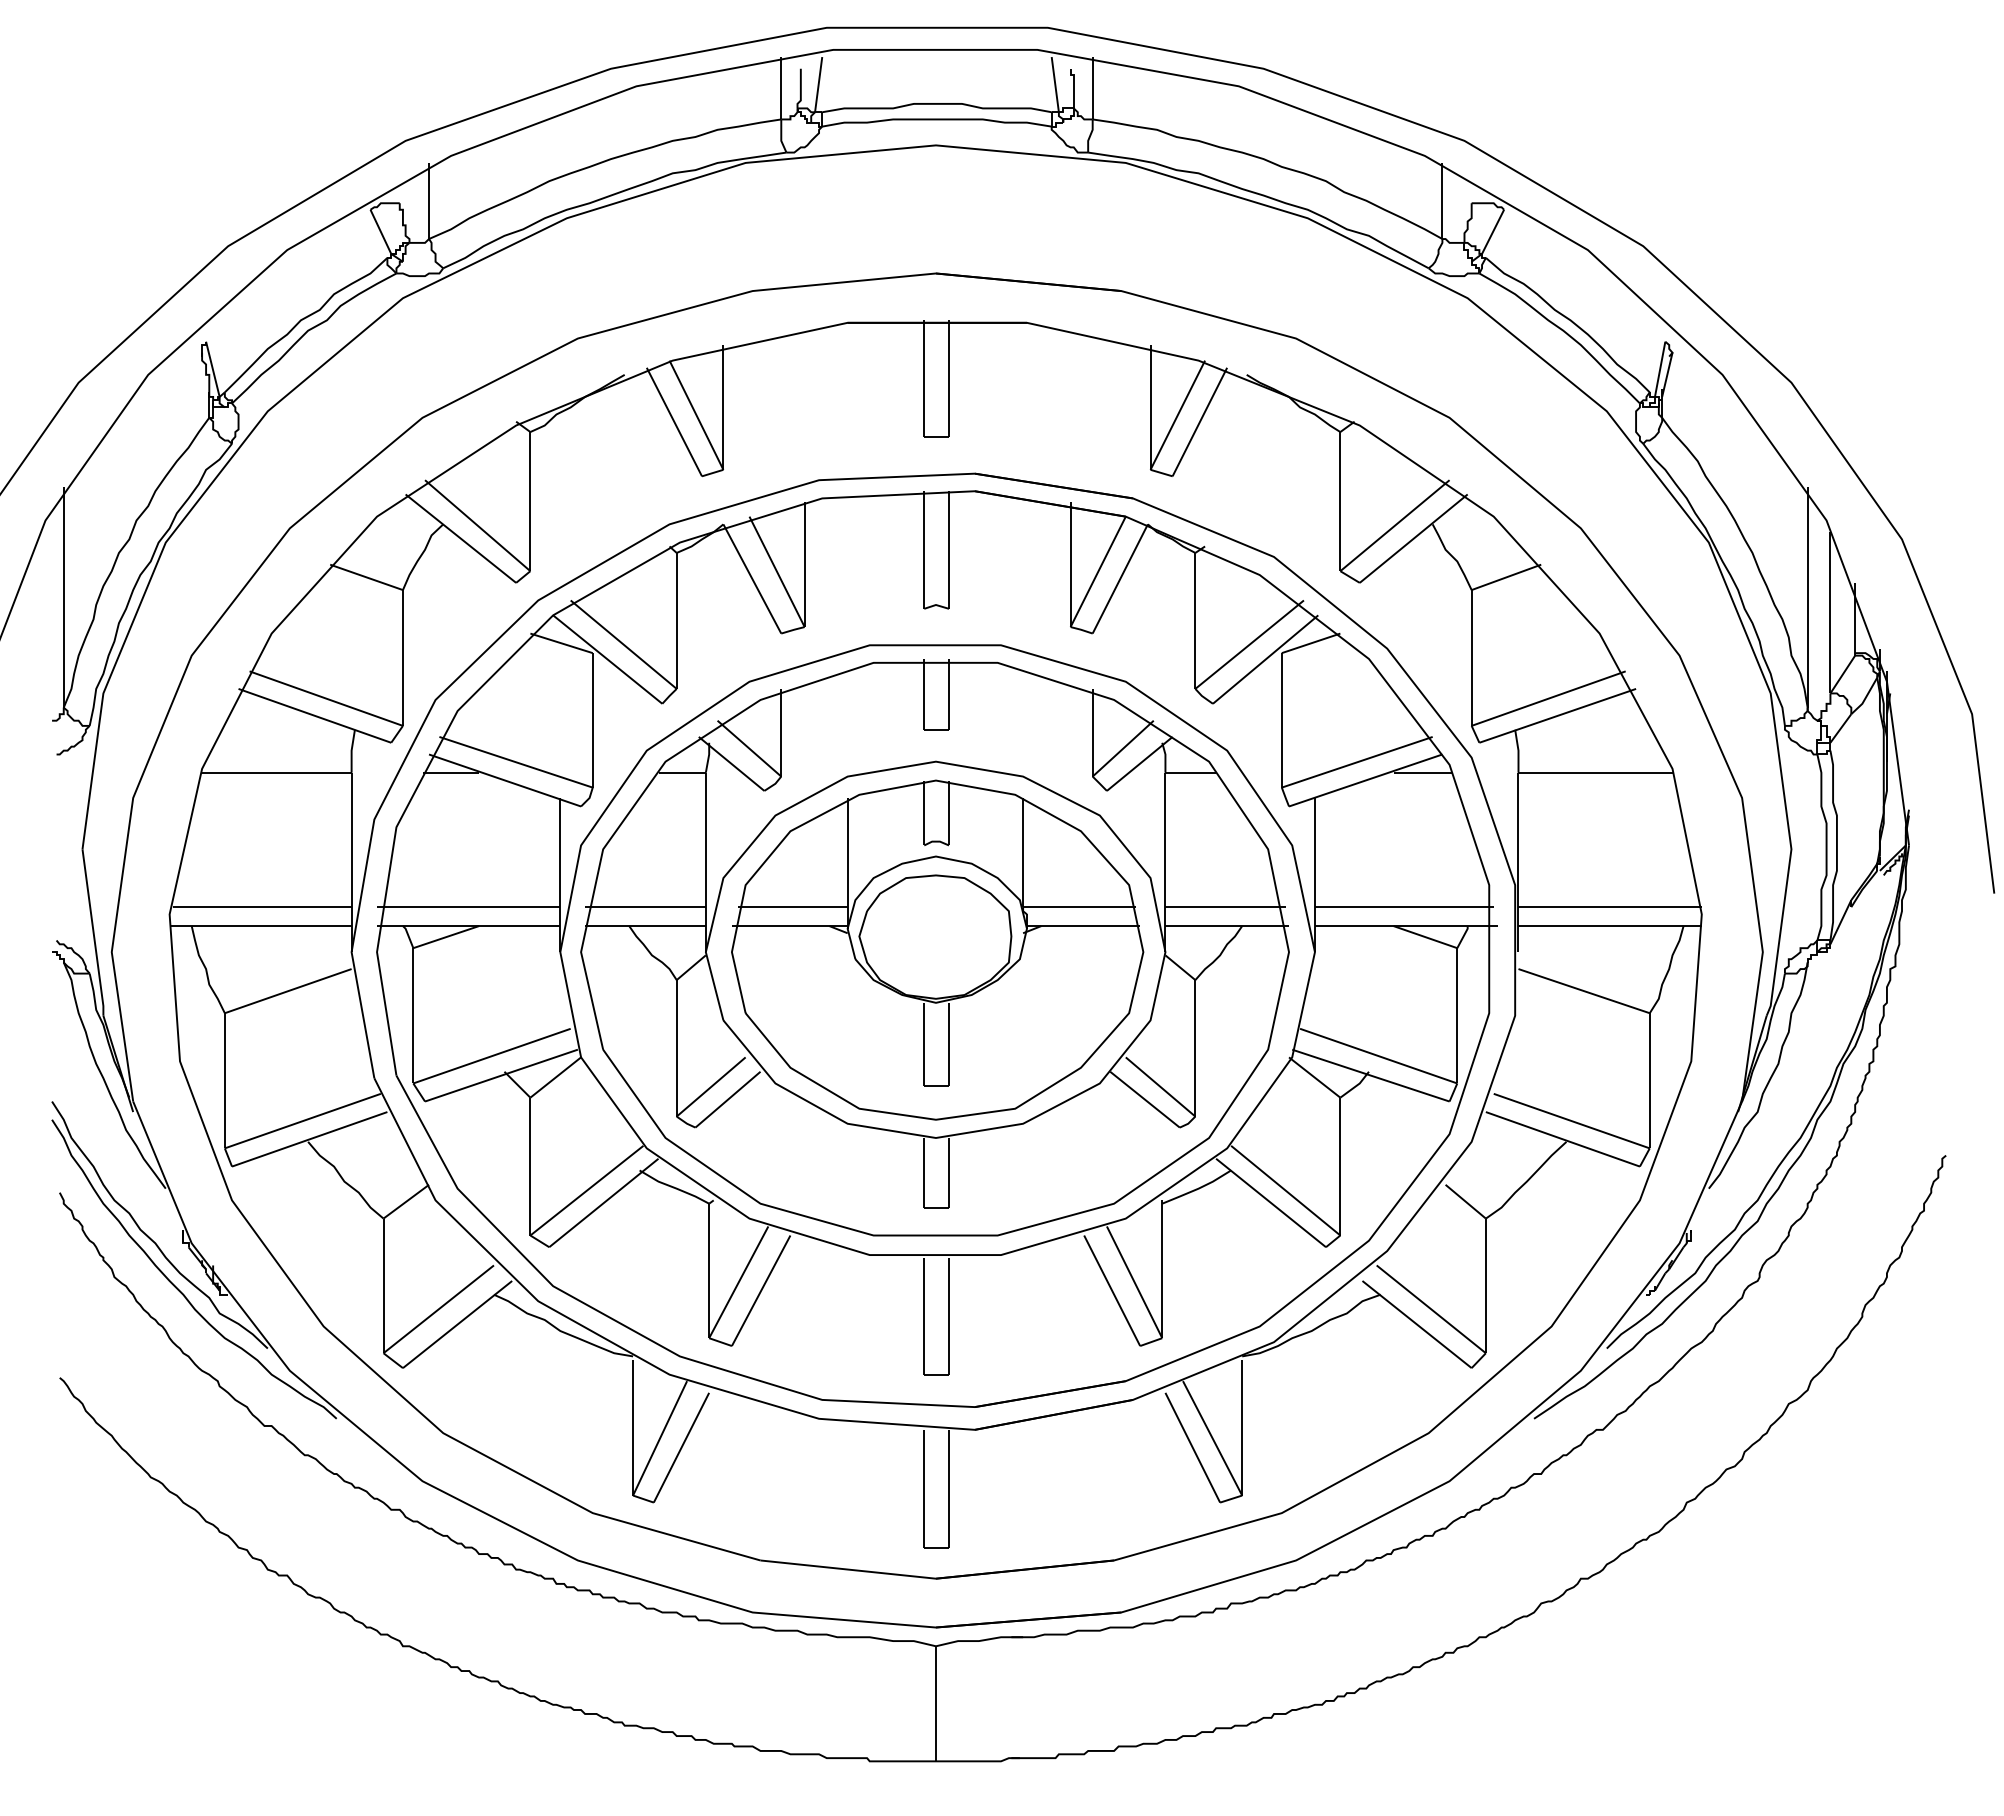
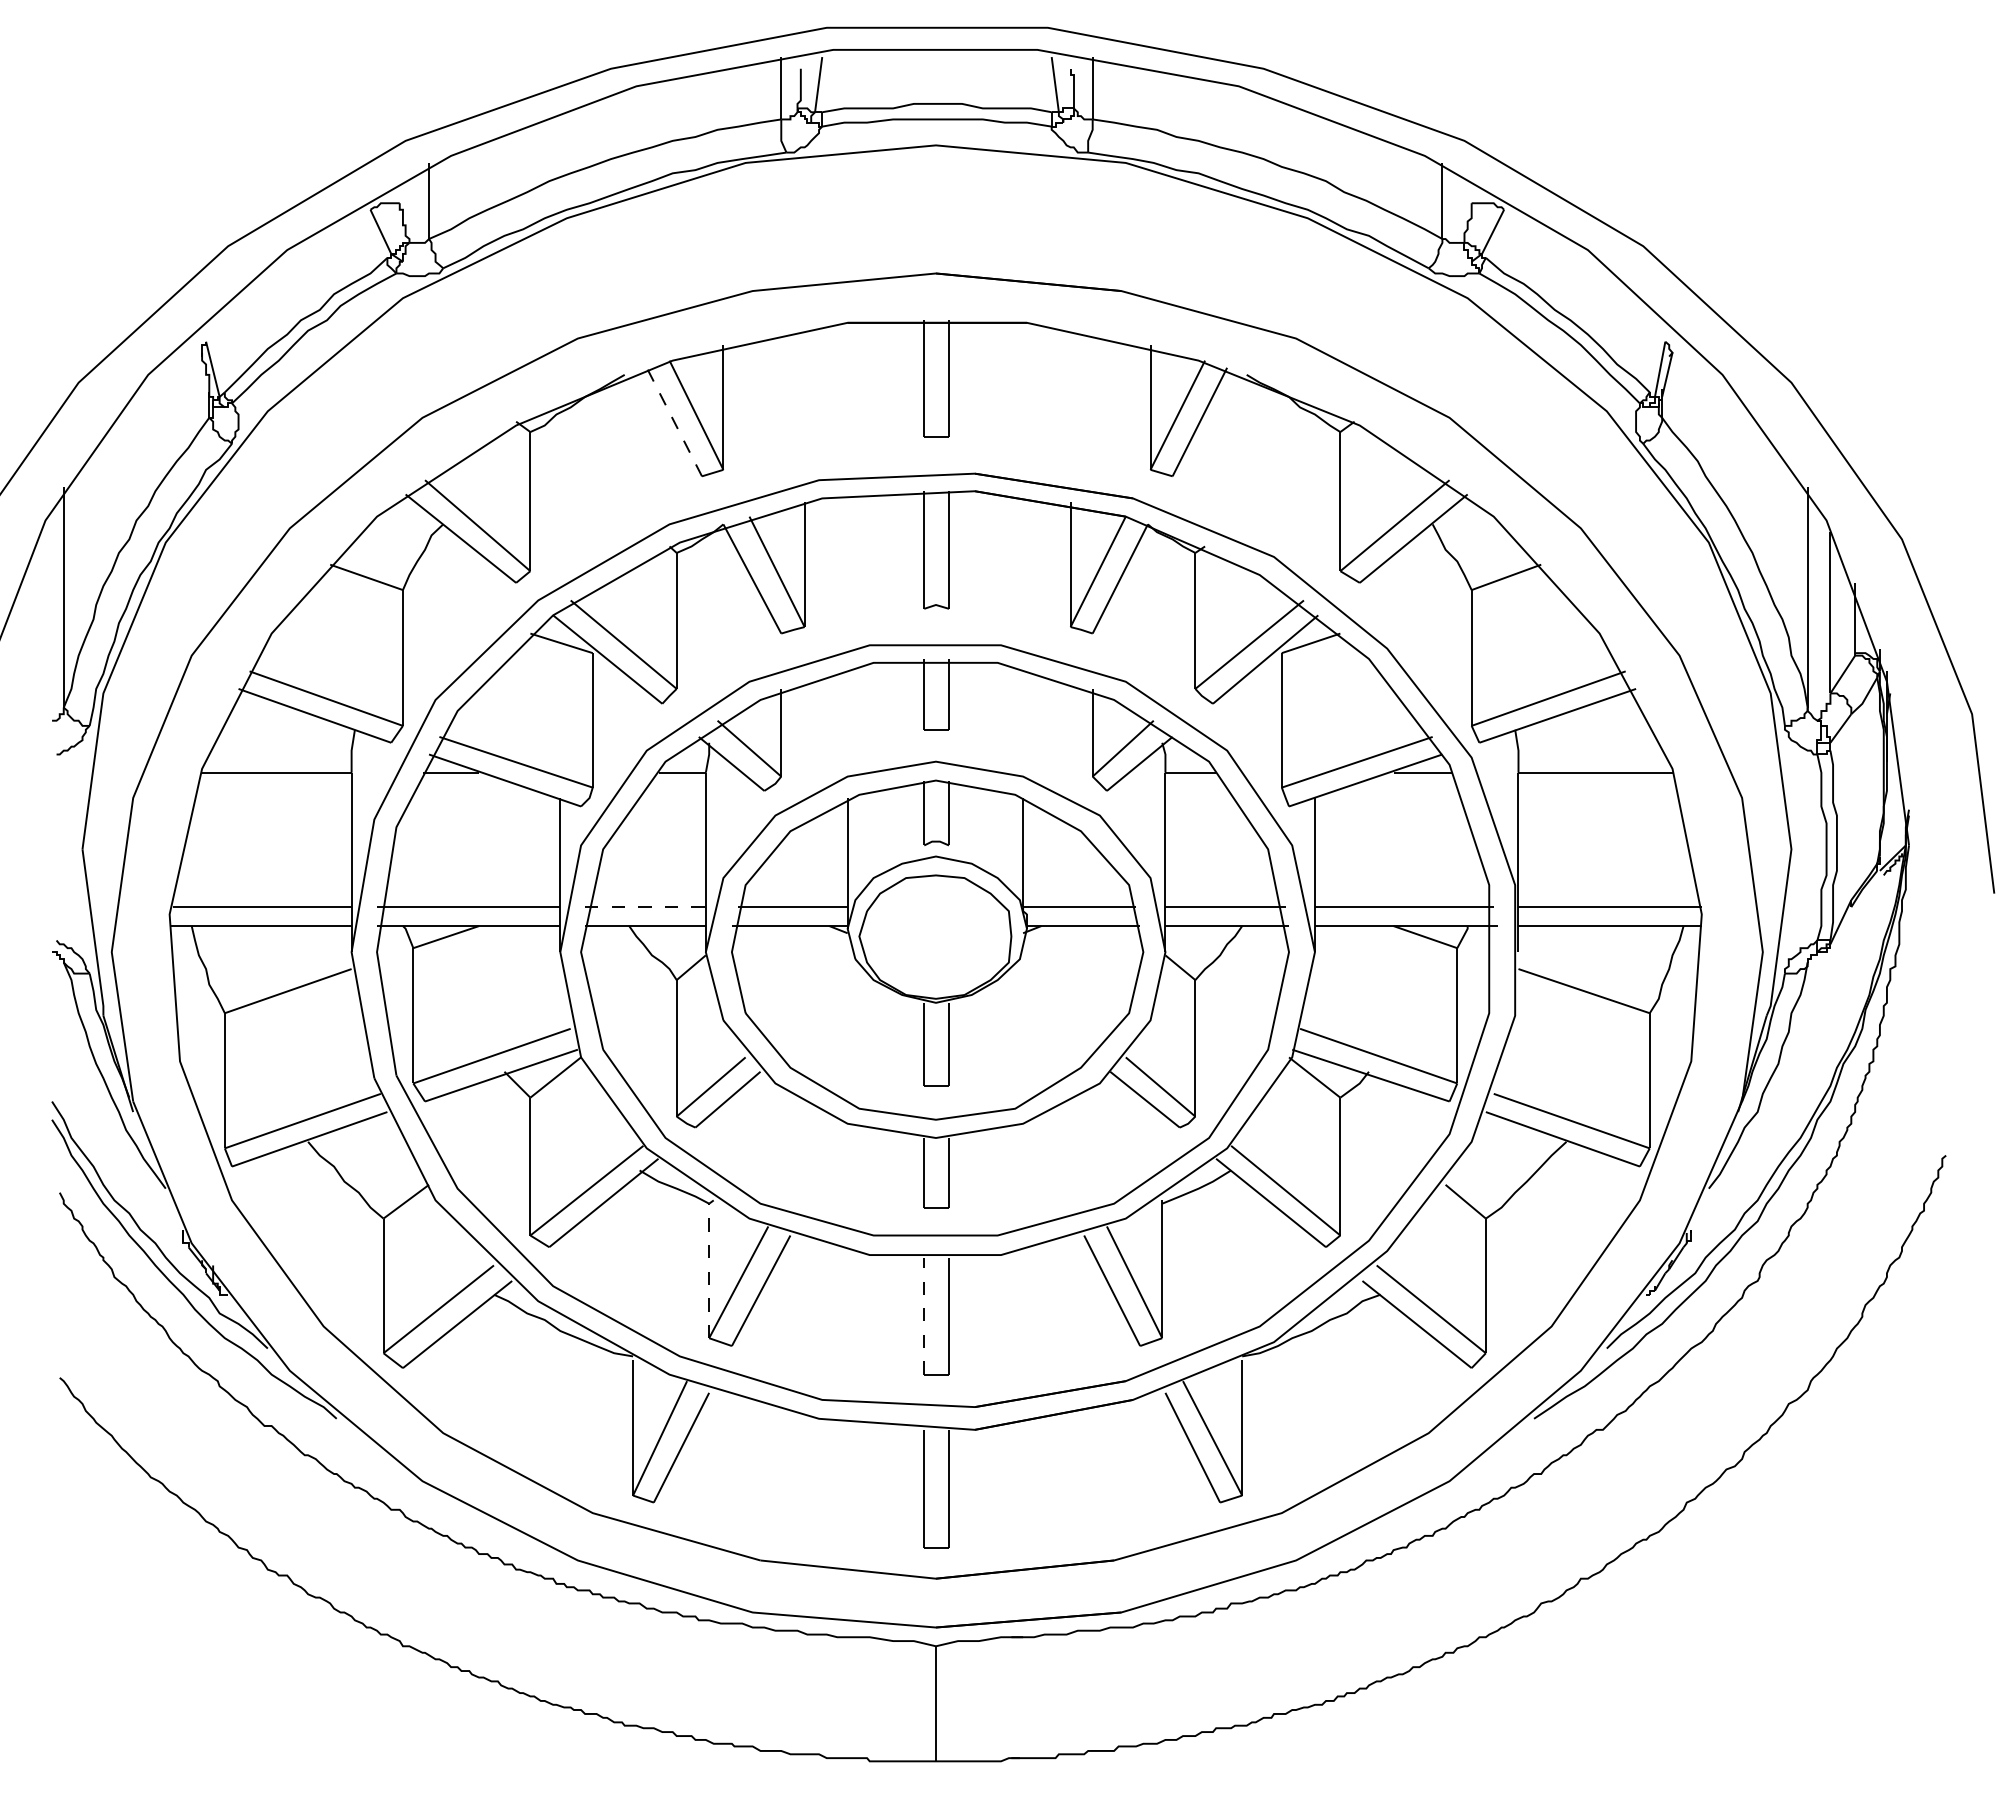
line at (674, 422): solid -> dashed
line at (645, 907): solid -> dashed
line at (709, 1270): solid -> dashed
line at (924, 1316): solid -> dashed
